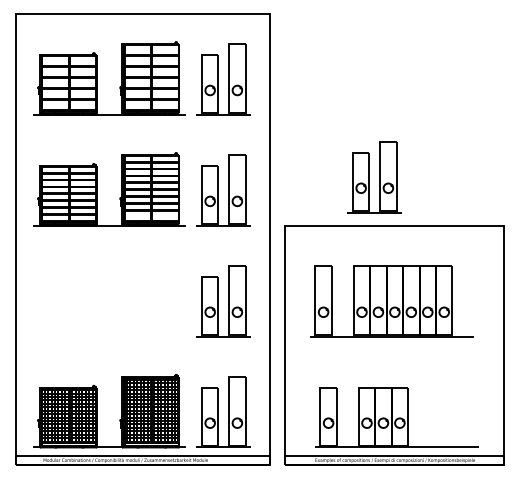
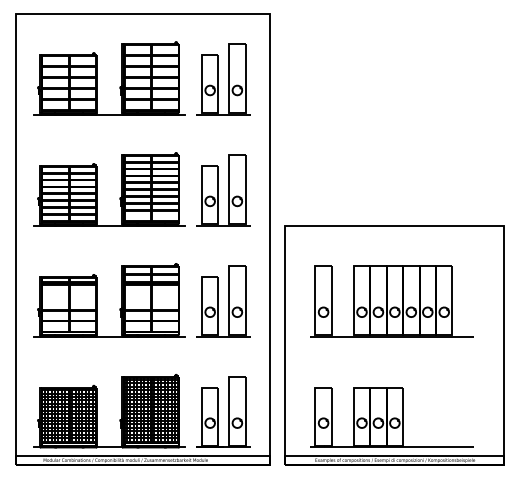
part at (374, 177): present -> none
part at (97, 300): none -> present
part at (396, 417) position: (396, 417) -> (391, 417)
